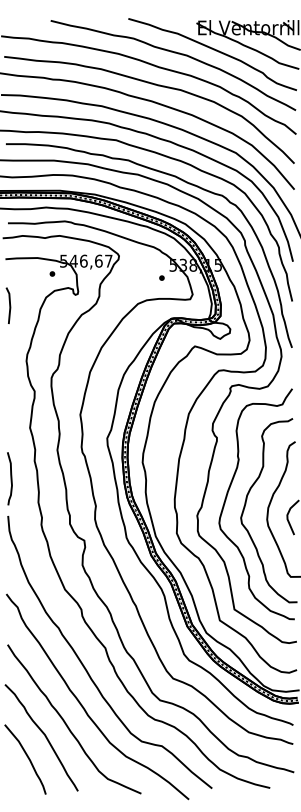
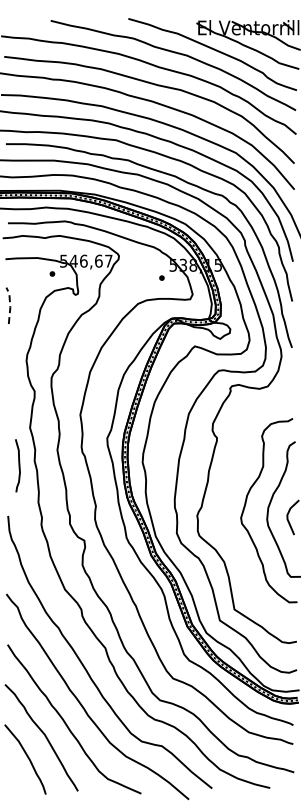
line at (10, 305): solid -> dashed
curve at (10, 478) position: (10, 478) -> (18, 465)
curve at (227, 497): present -> none
